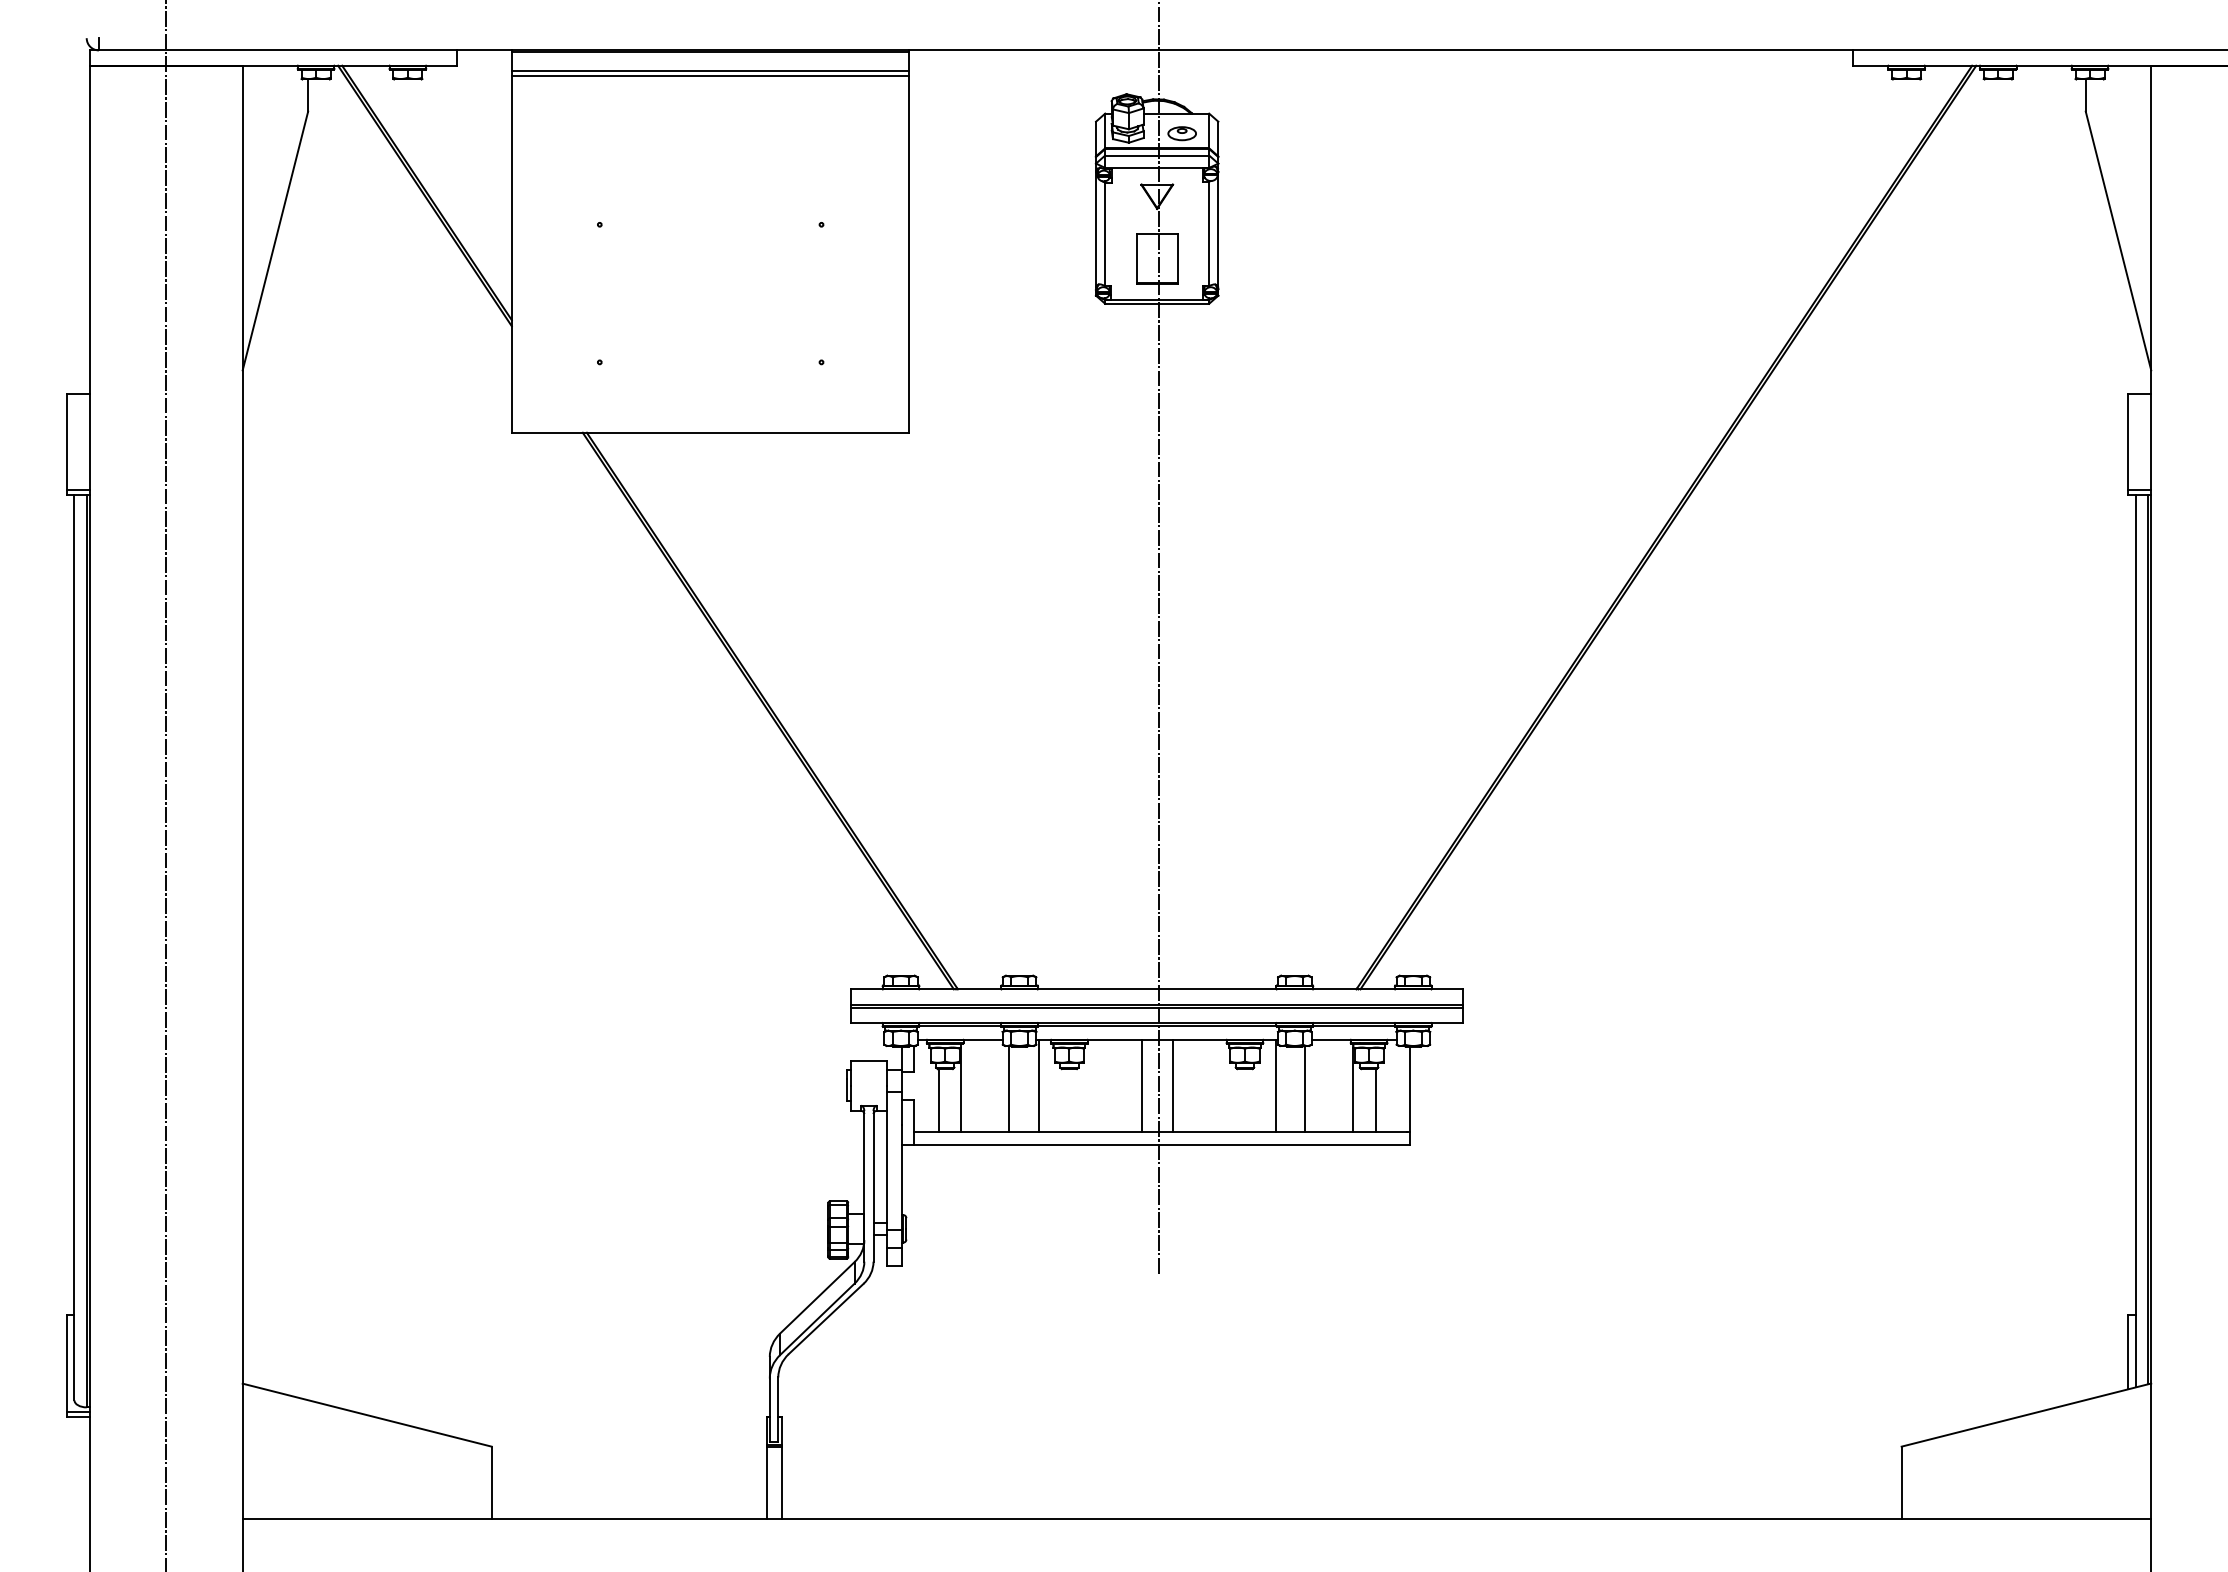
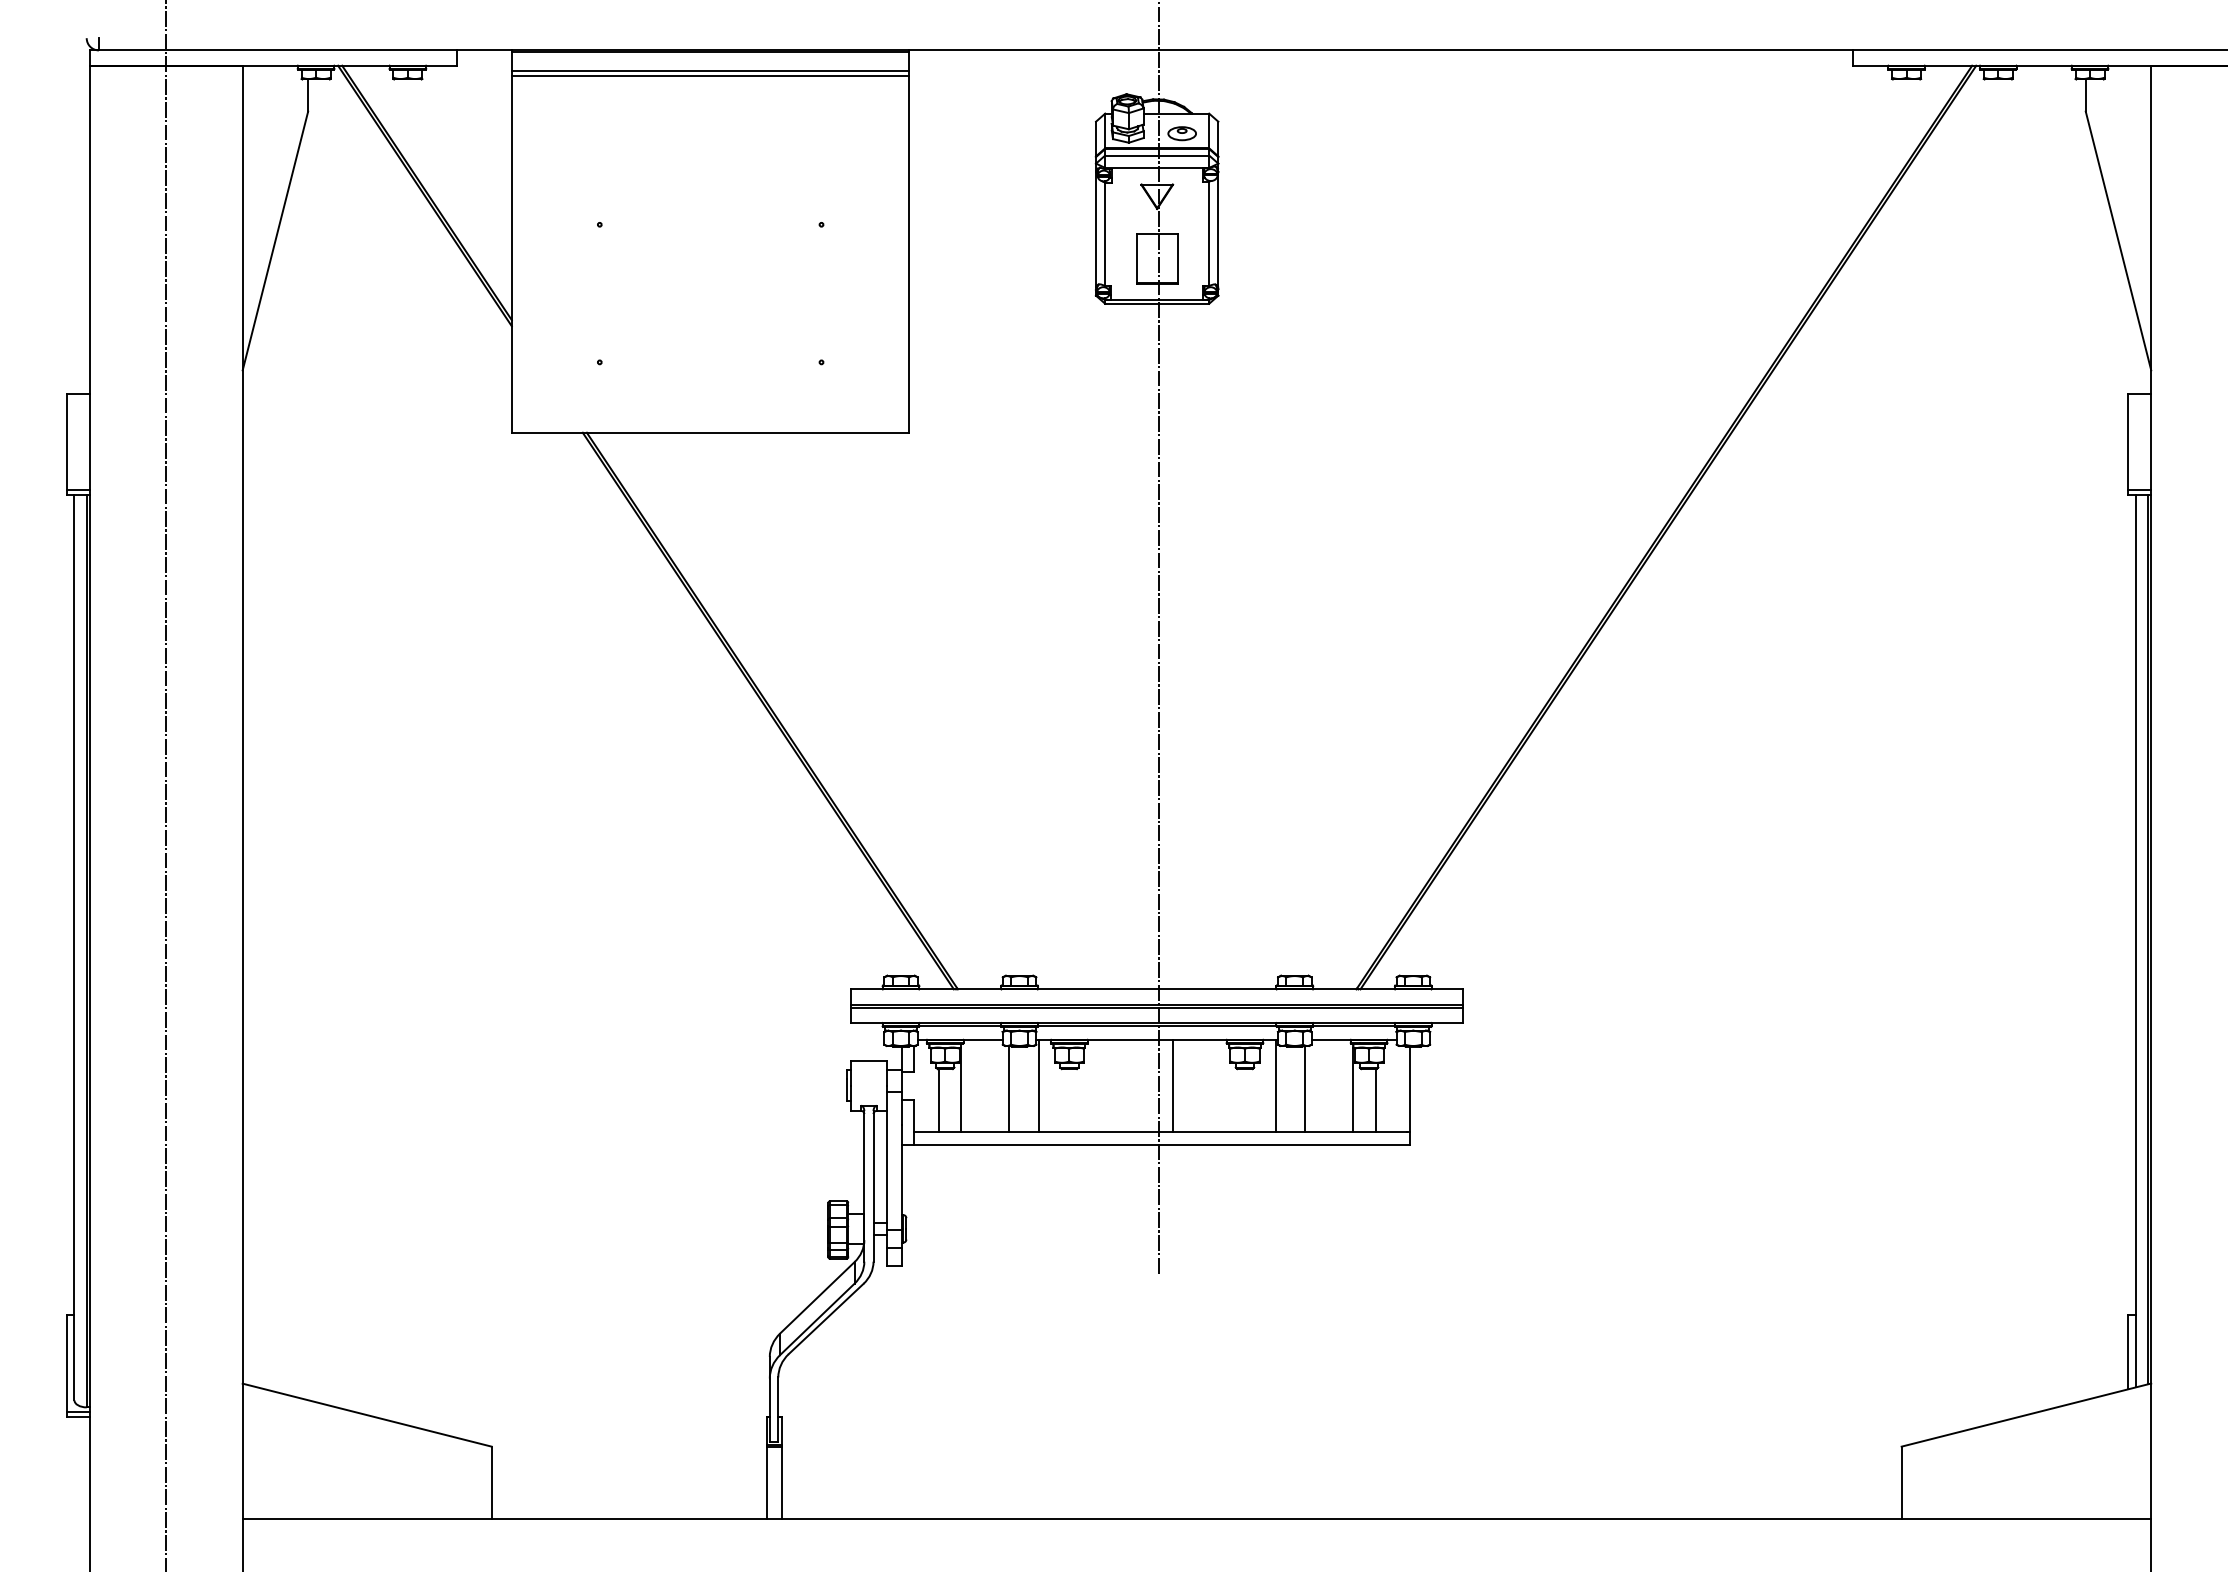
line at (1141, 1085): present -> none
